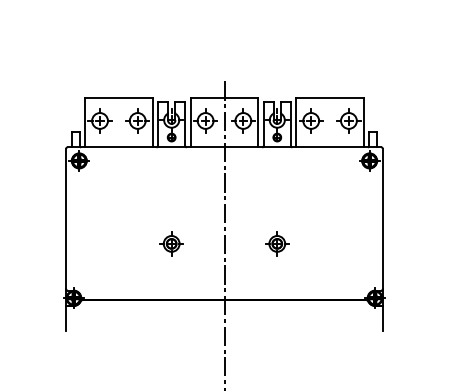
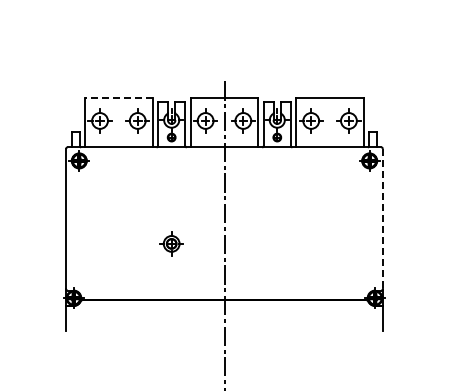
line at (118, 98): solid -> dashed
line at (382, 219): solid -> dashed
part at (277, 243): present -> none
